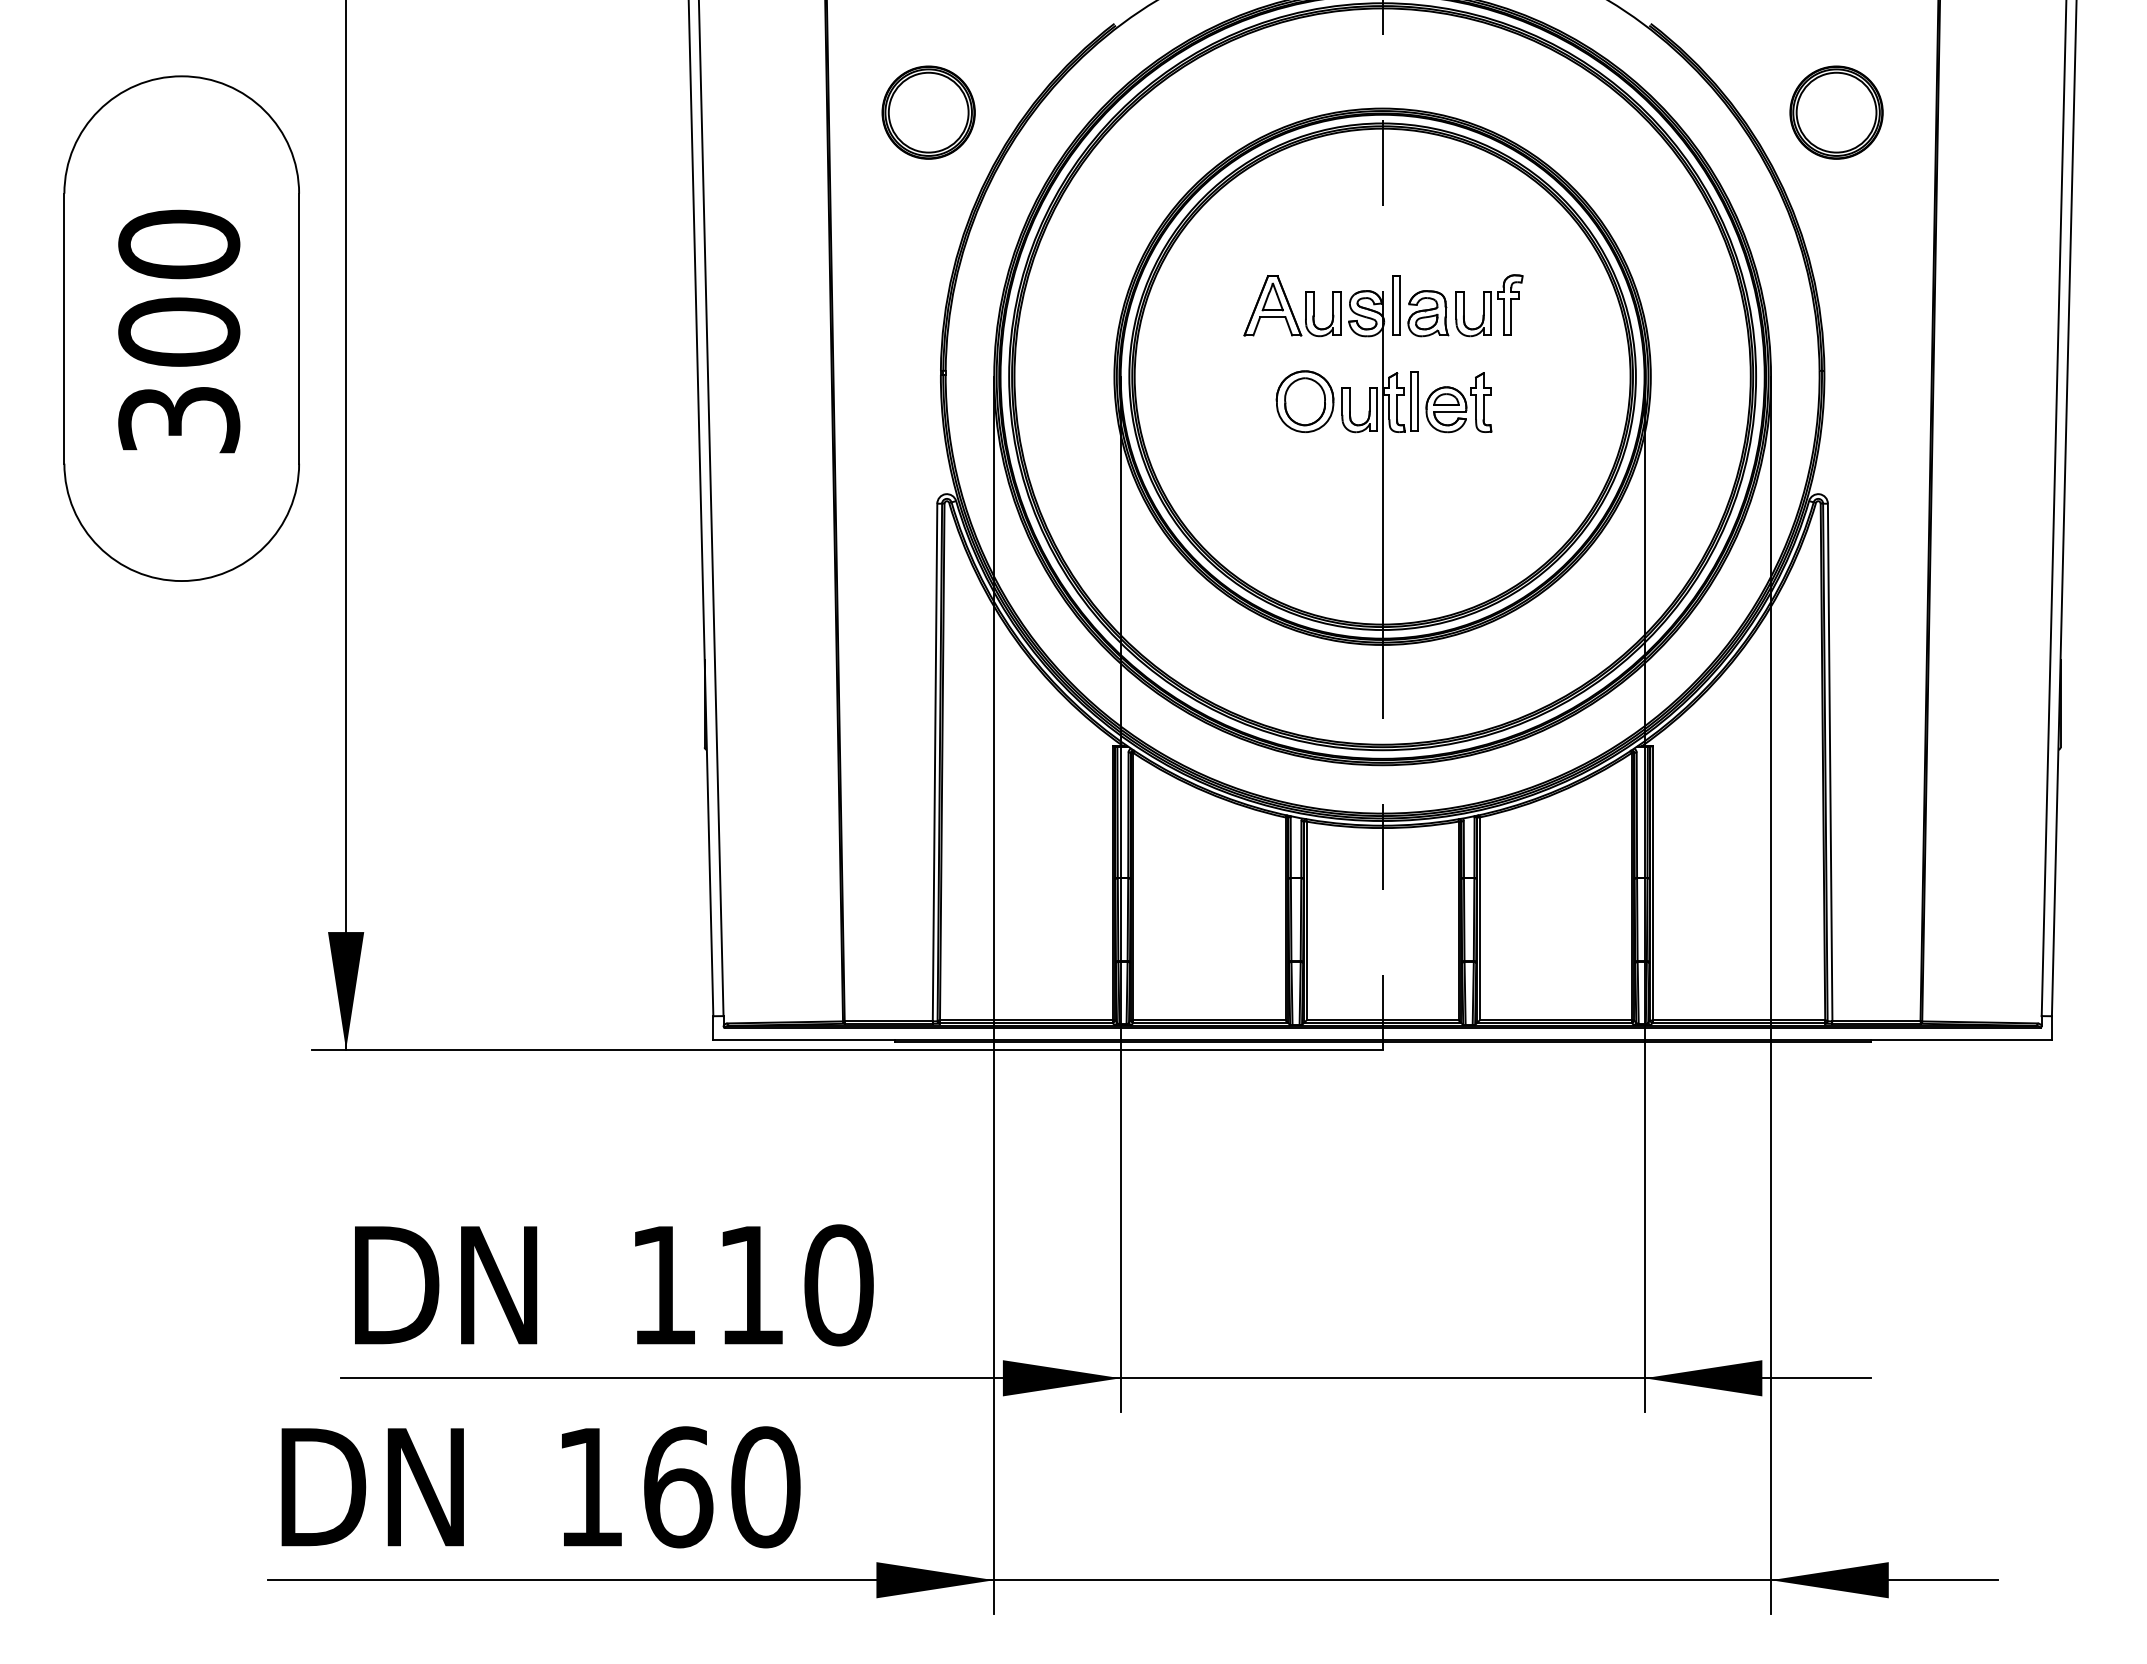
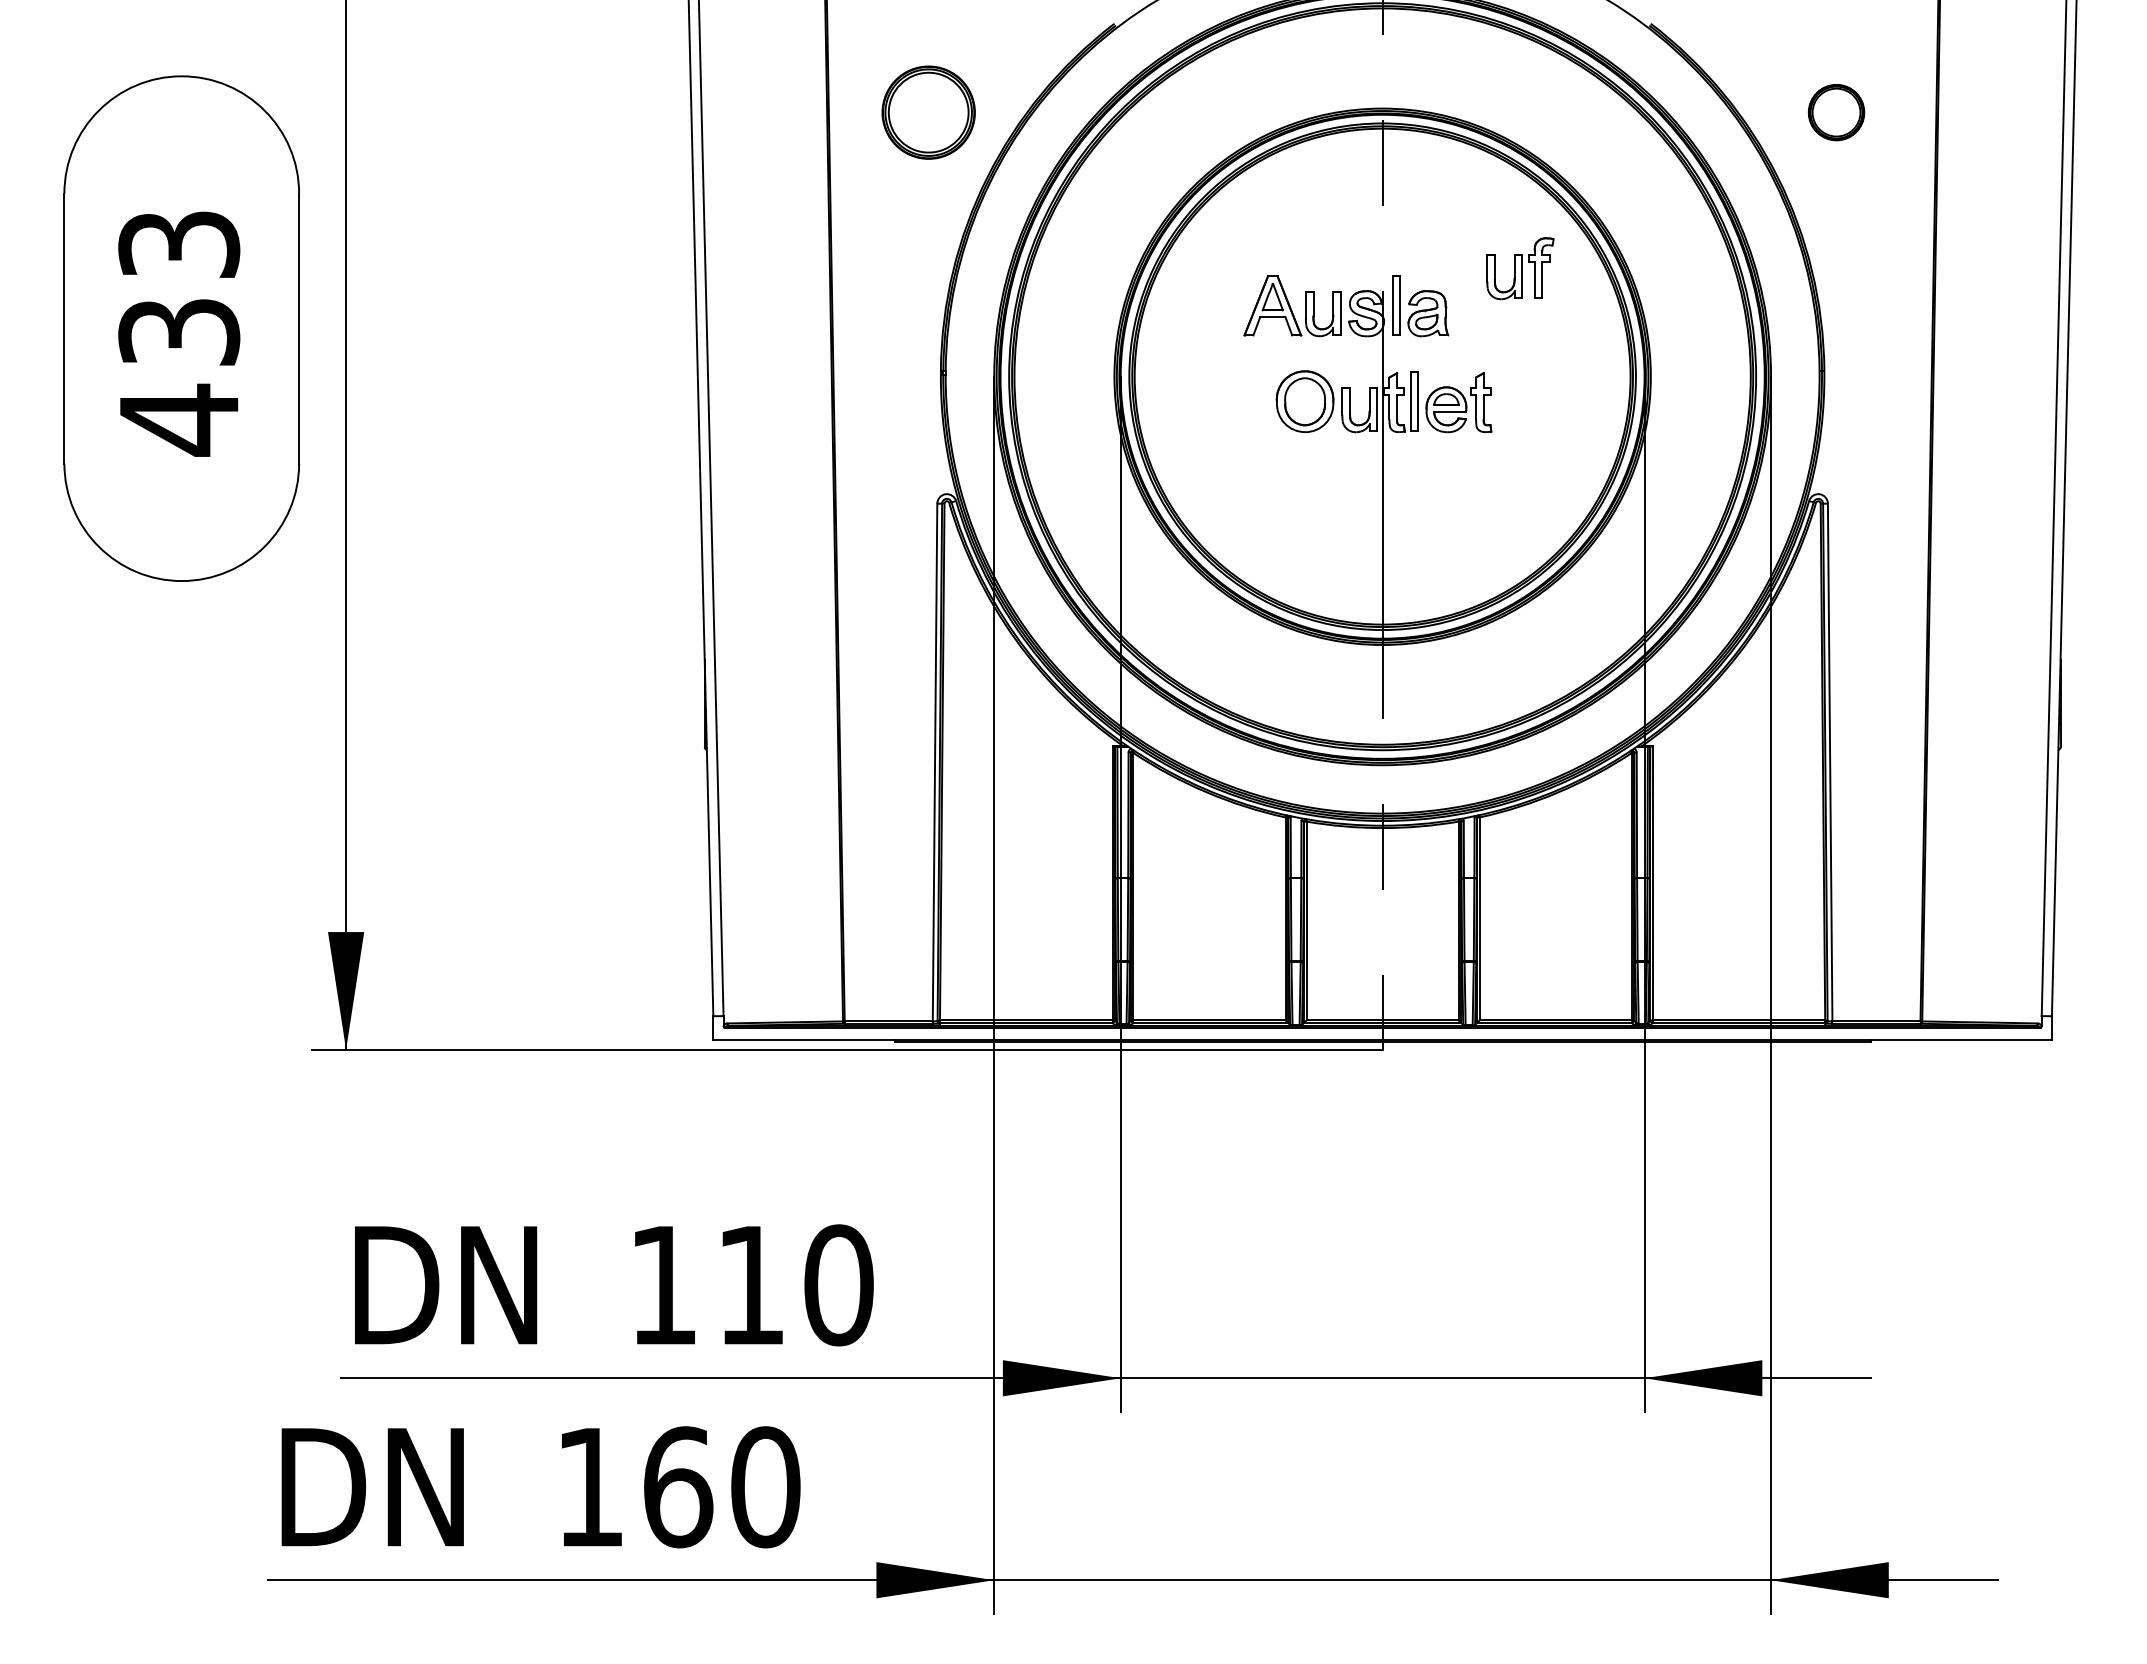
part at (1836, 112) size: 95x95 px -> 59x58 px
part at (1489, 305) position: (1489, 305) -> (1520, 268)
text at (179, 332): 300 -> 433
